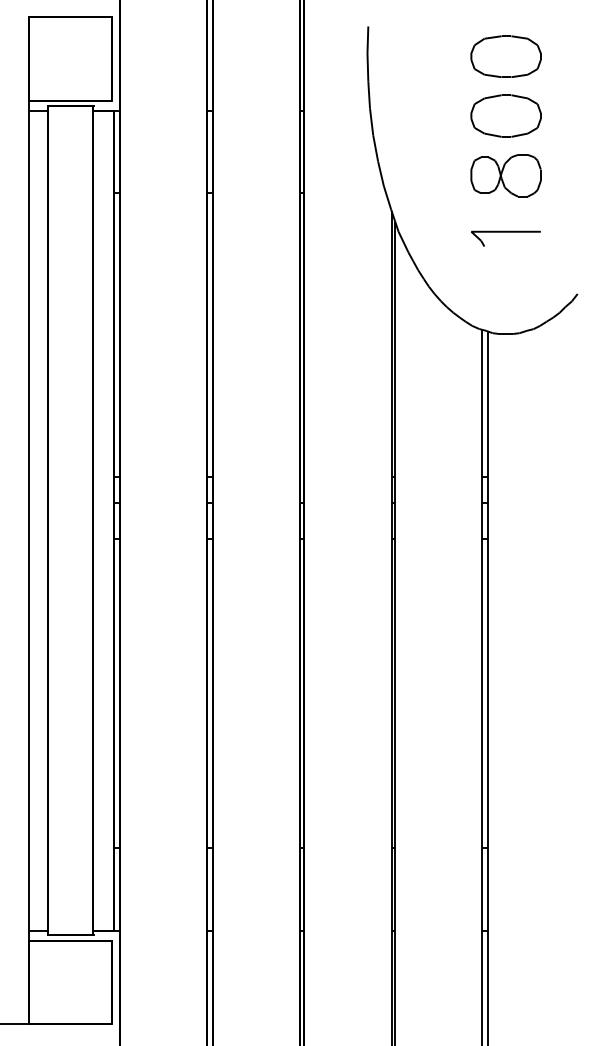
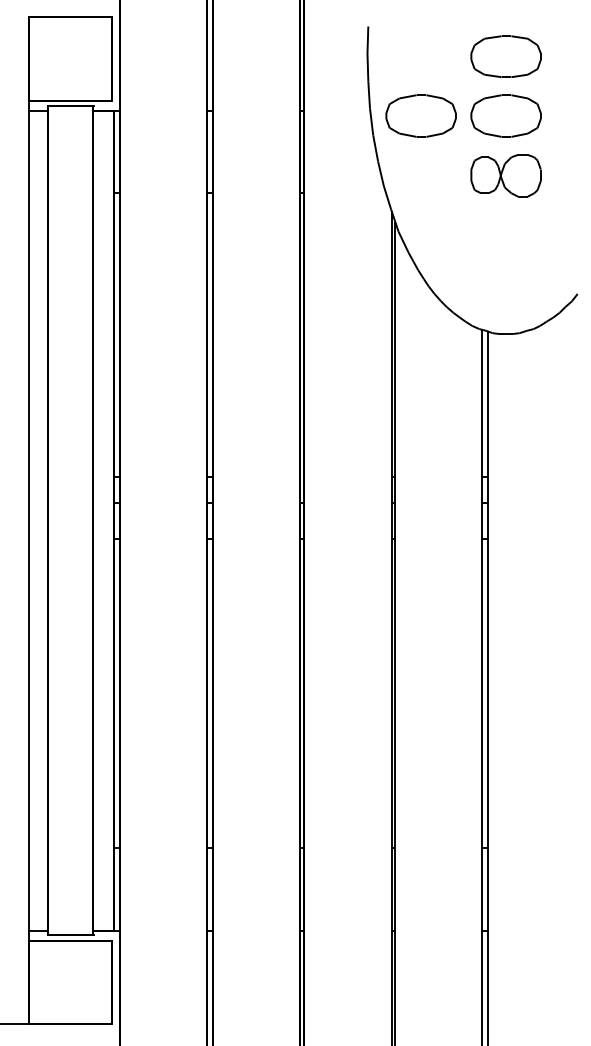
part at (420, 115): none -> present
part at (505, 238): present -> none
